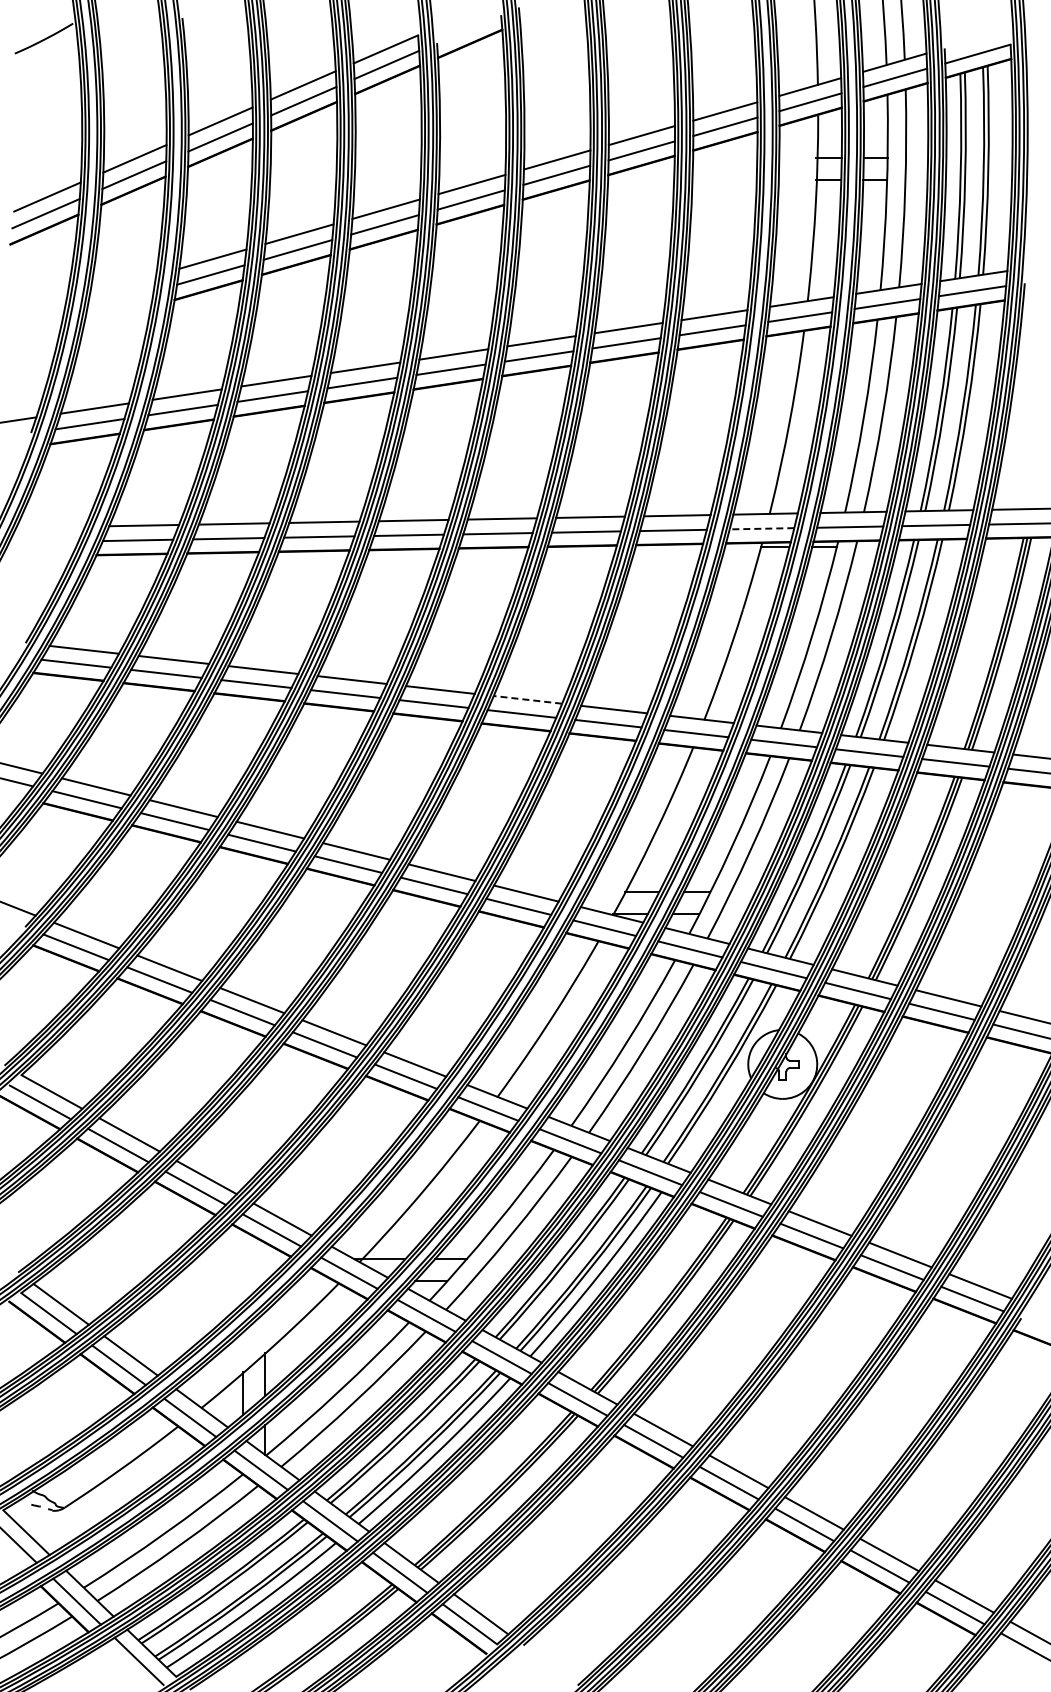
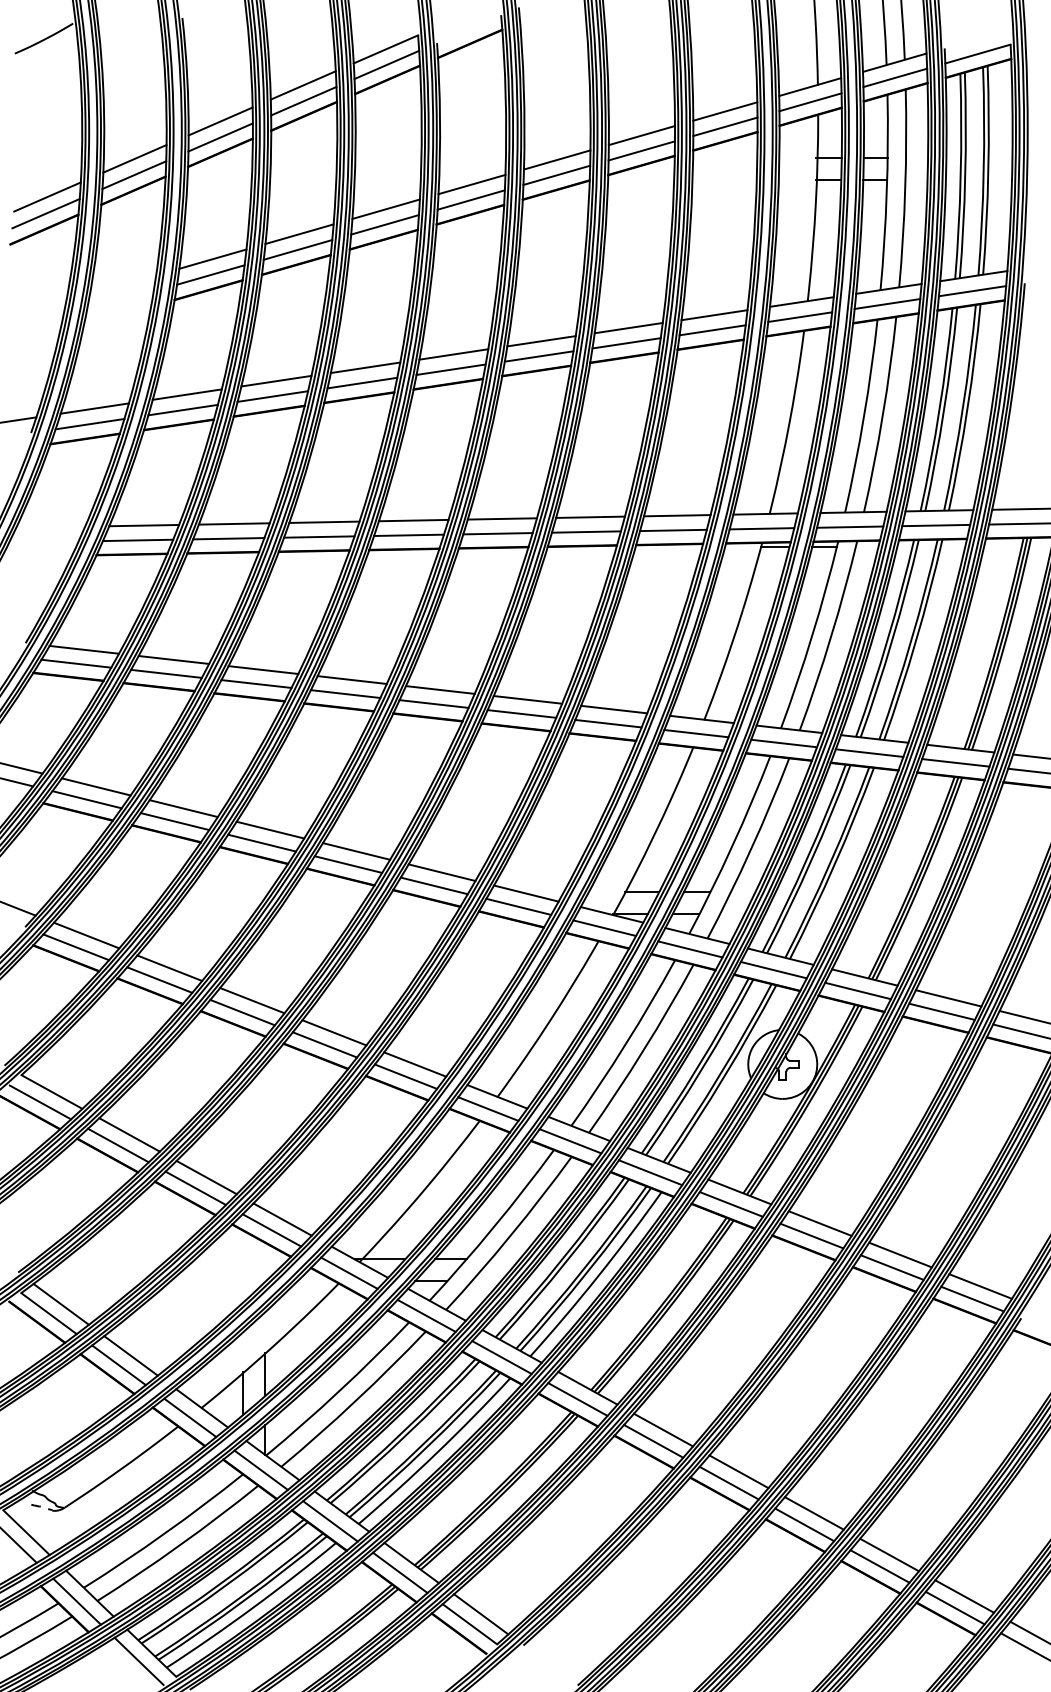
line at (761, 528): dashed -> solid
line at (527, 699): dashed -> solid
